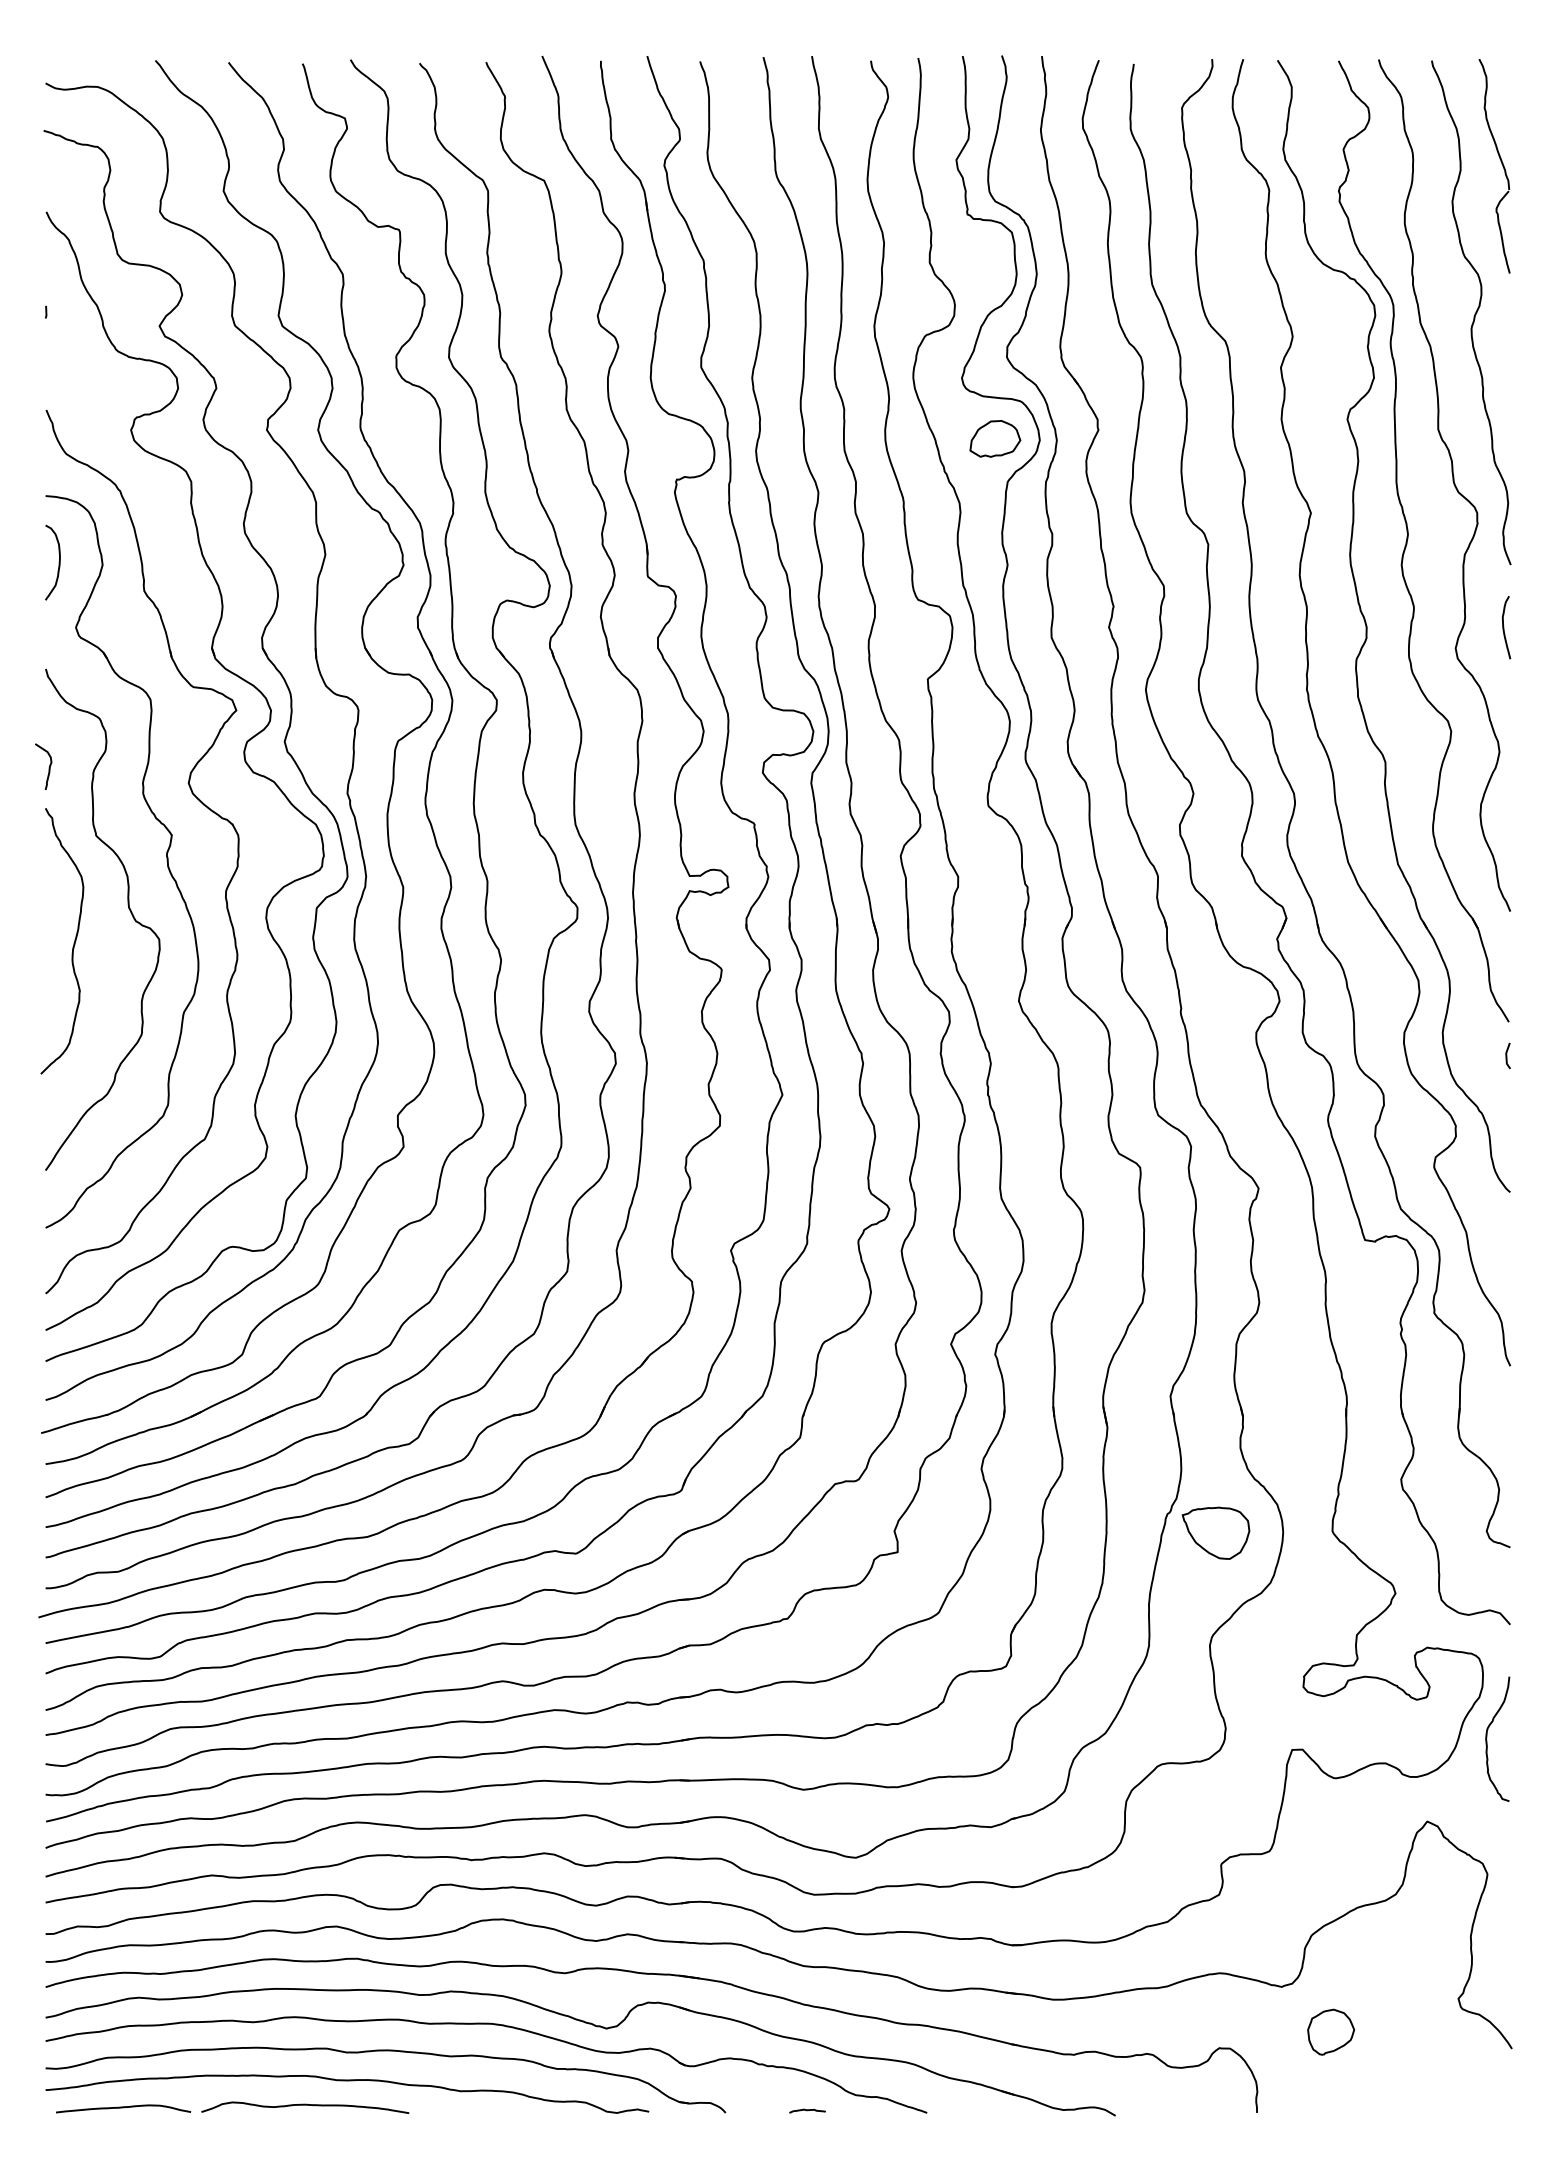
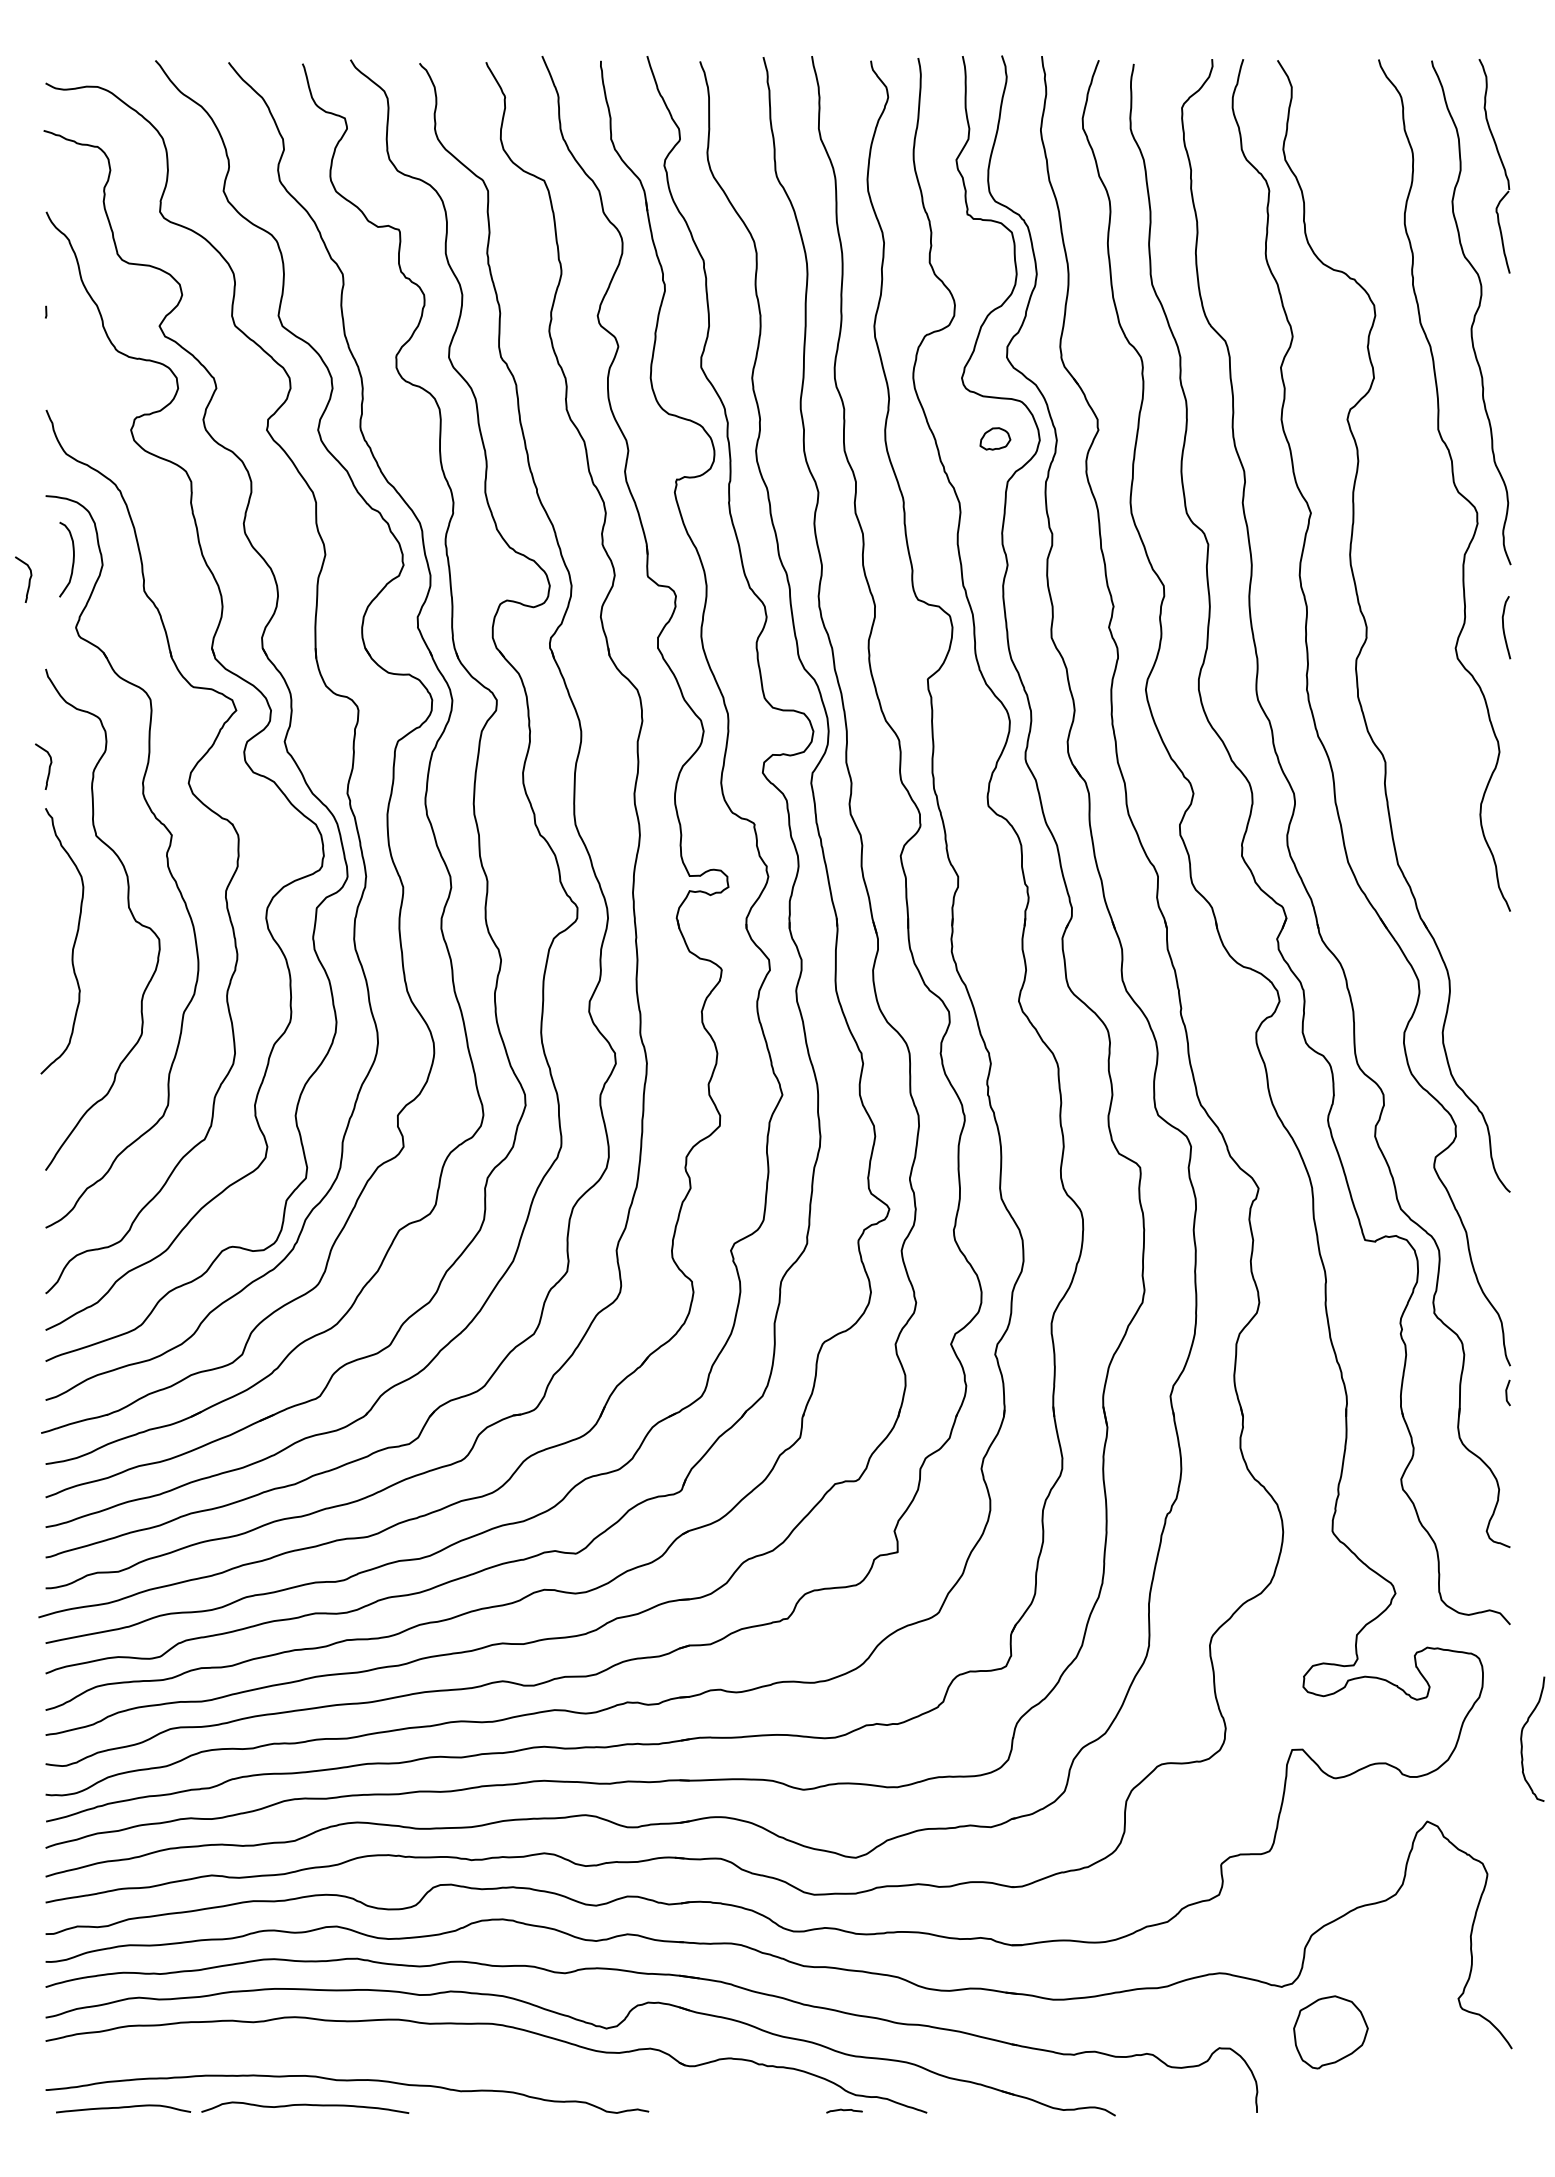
part at (995, 438) size: 53x38 px -> 33x24 px
part at (1408, 539): present -> none
curve at (58, 562) position: (58, 562) -> (72, 559)
curve at (28, 580): none -> present
line at (1507, 1055) position: (1507, 1055) -> (1507, 1392)
part at (1215, 1532): present -> none
curve at (1487, 1738) position: (1487, 1738) -> (1522, 1738)
part at (1331, 2031) size: 49x48 px -> 76x75 px
part at (385, 2051): present -> none
curve at (807, 2110) position: (807, 2110) -> (844, 2110)
